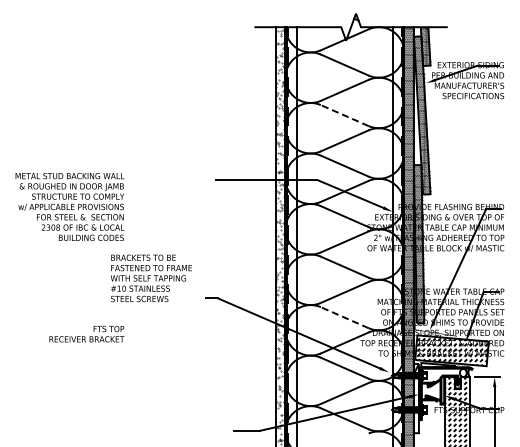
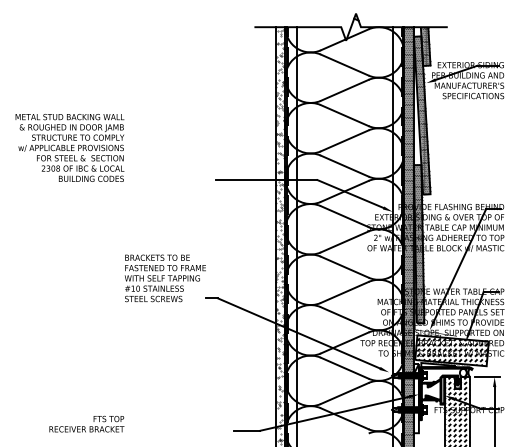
line at (344, 115): dashed -> solid
text at (69, 206) position: (69, 206) -> (69, 147)
text at (150, 278) position: (150, 278) -> (164, 278)
line at (344, 317): dashed -> solid
text at (86, 333) position: (86, 333) -> (86, 423)
